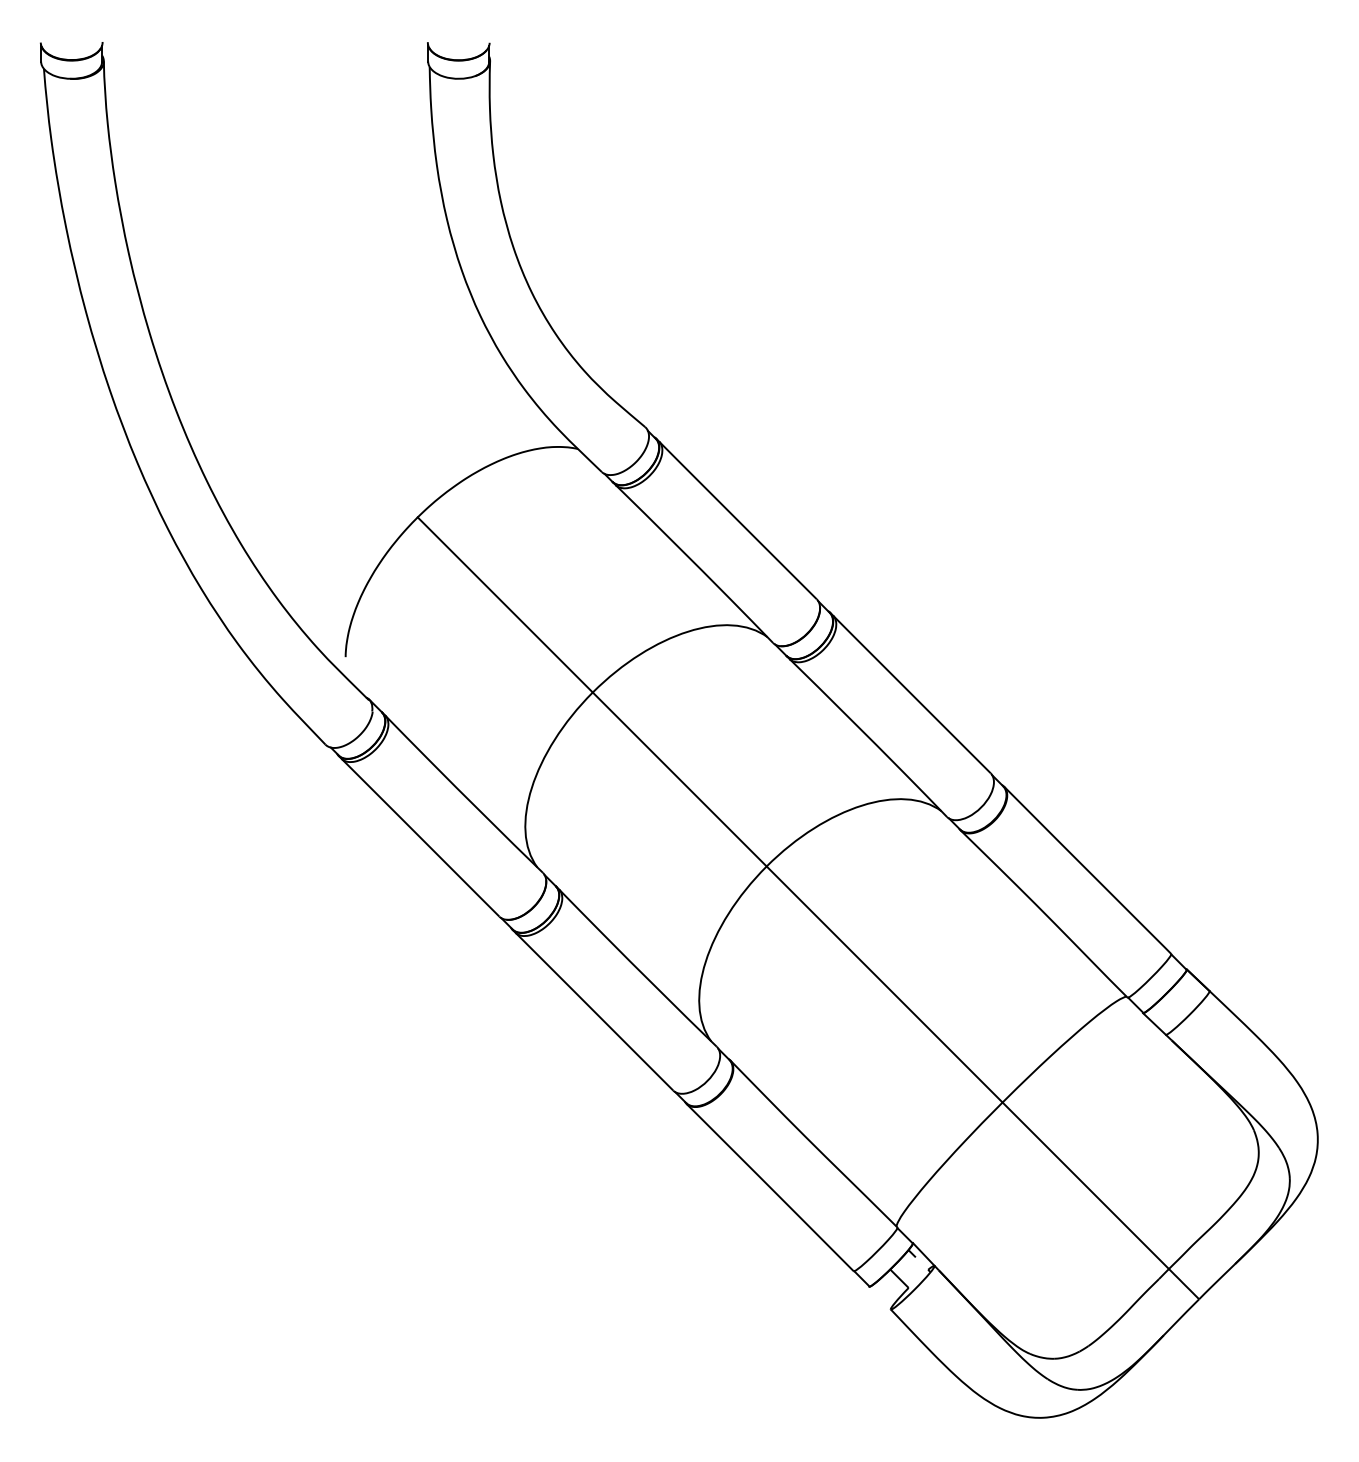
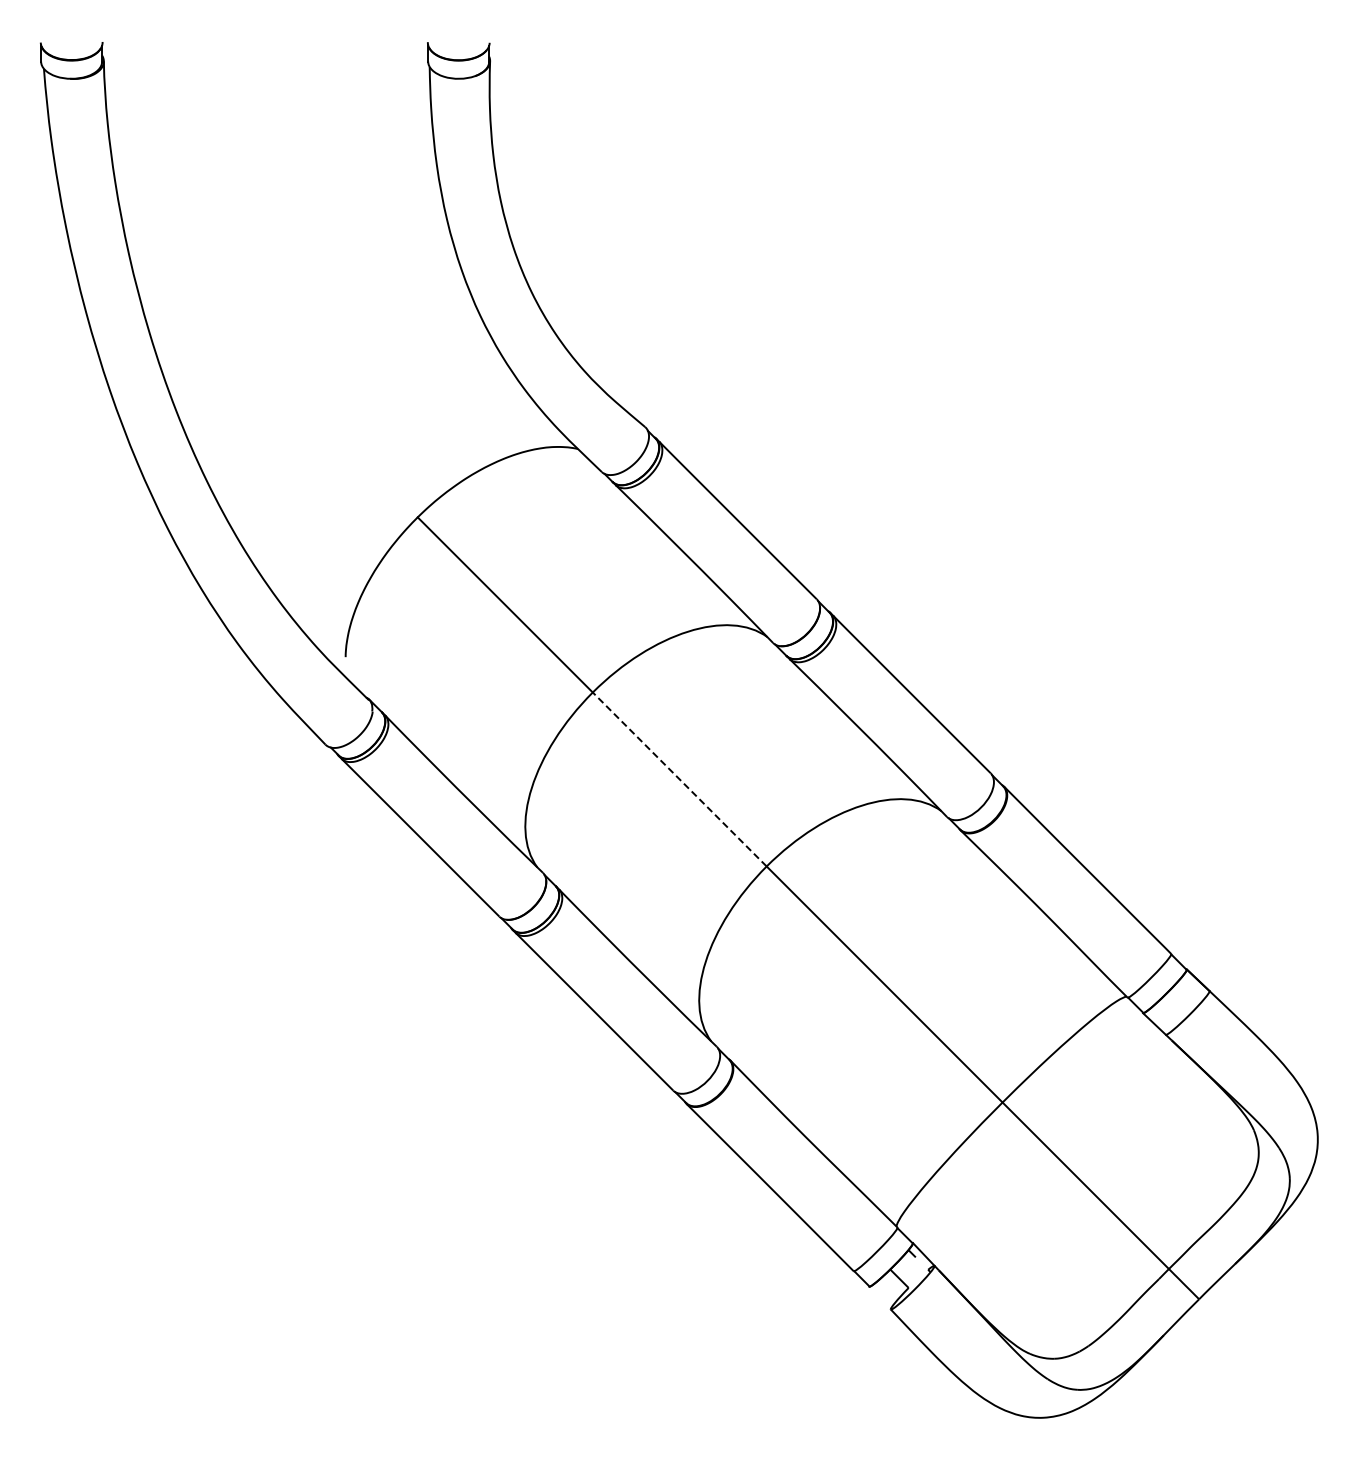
line at (679, 779): solid -> dashed
